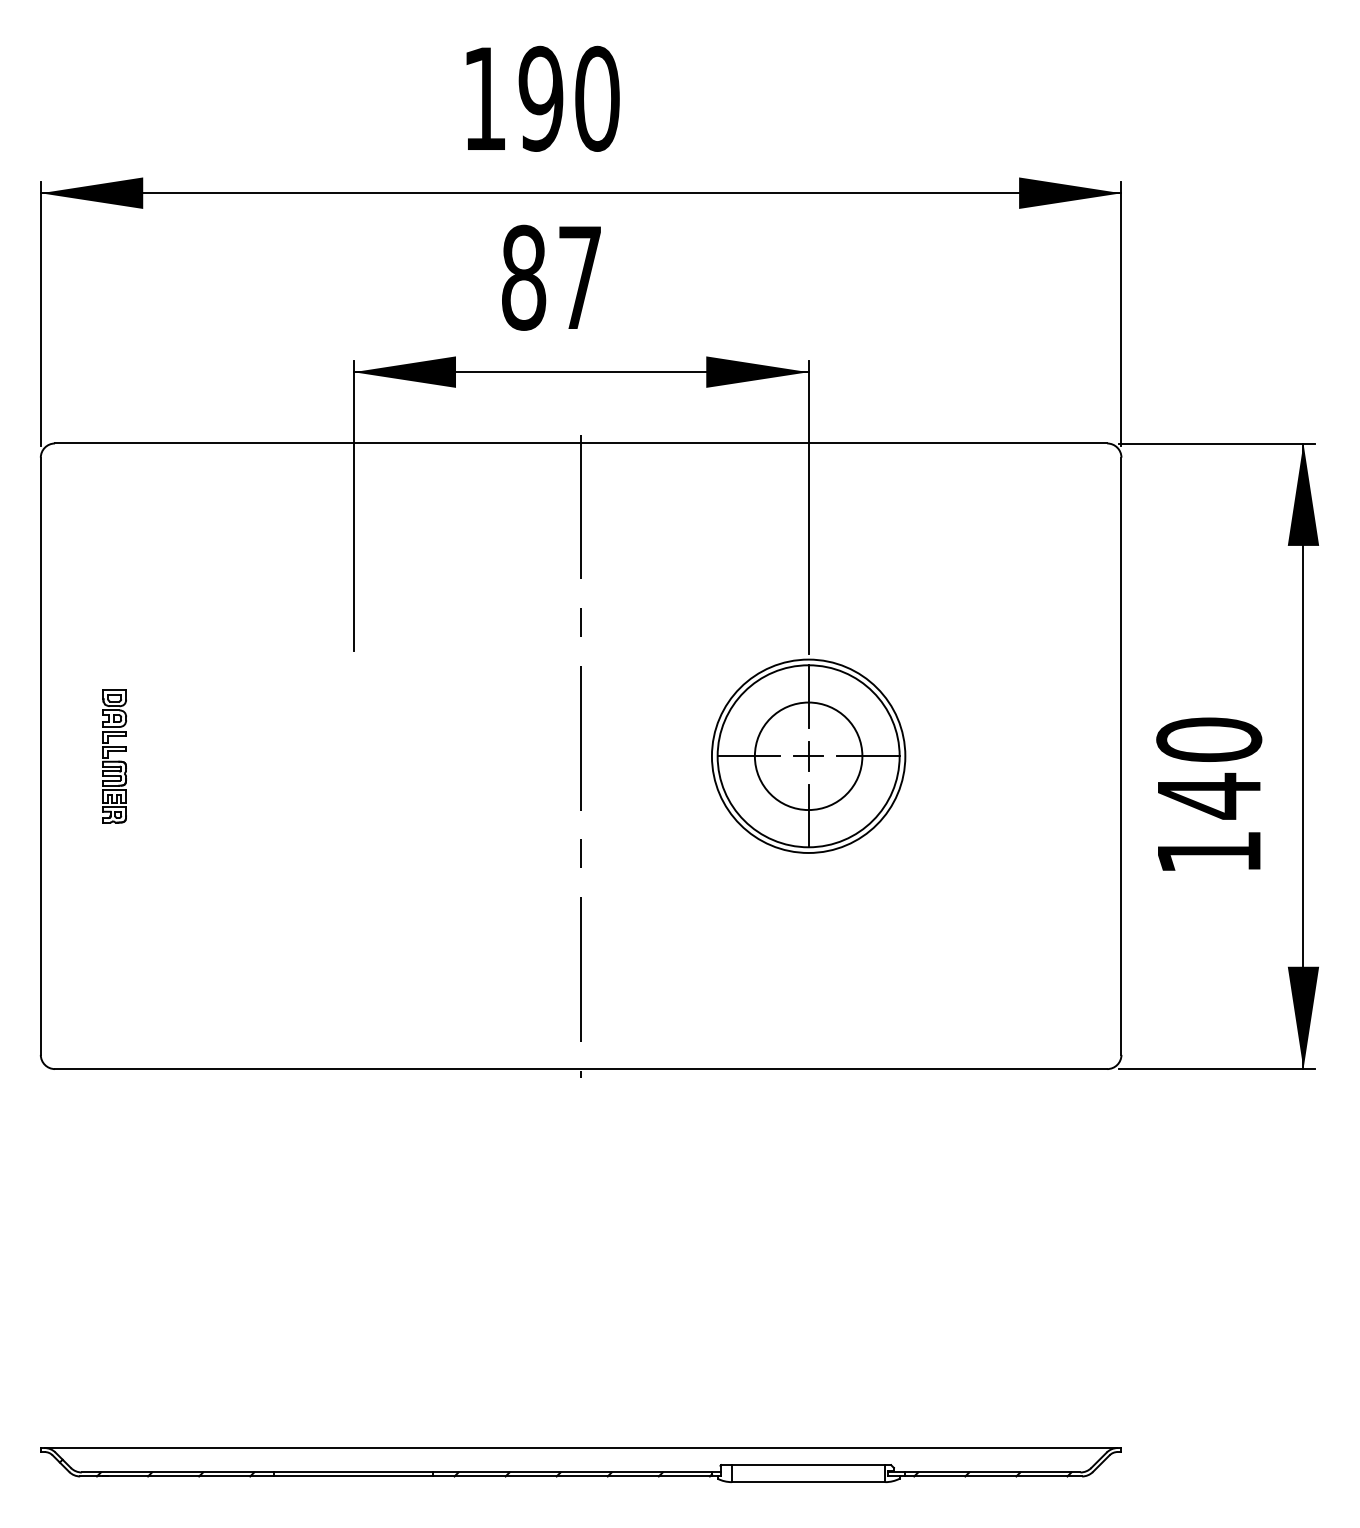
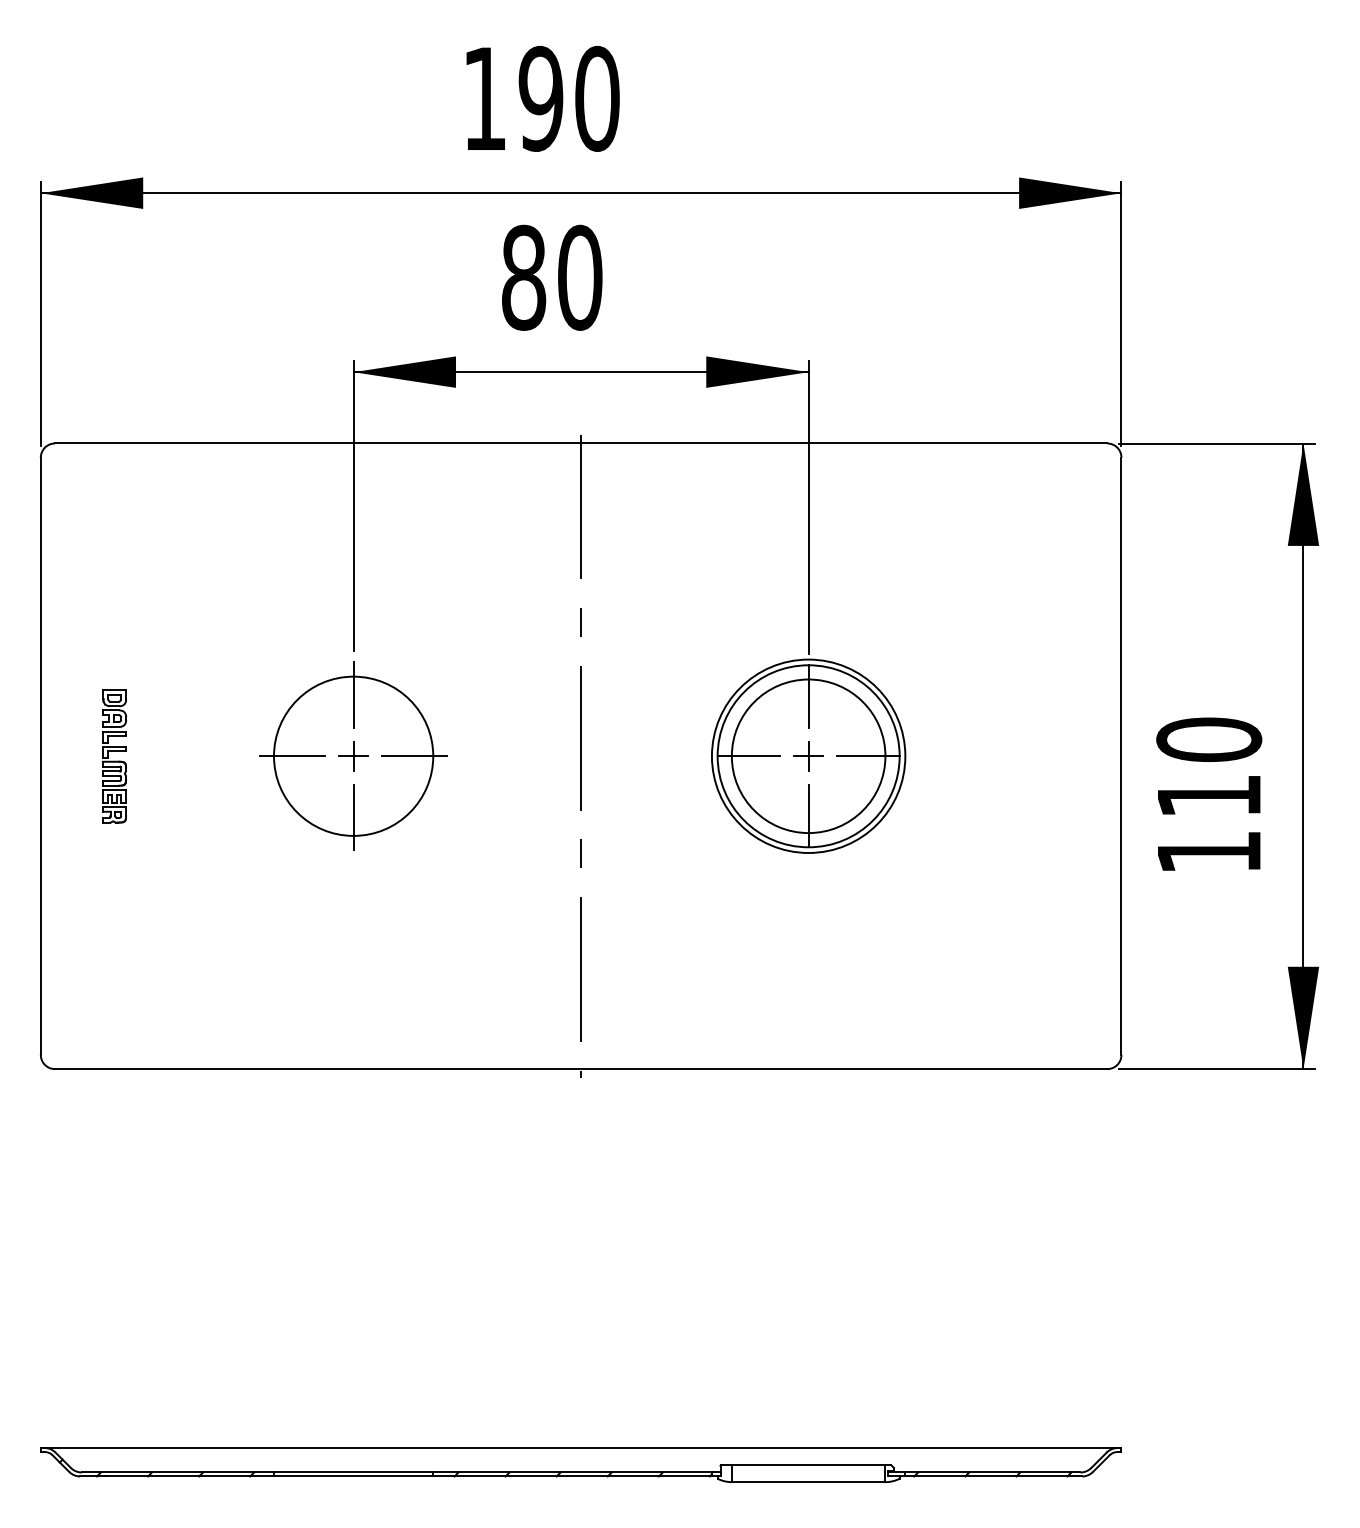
text at (580, 277): 87 -> 80
part at (353, 755): none -> present
circle at (808, 756) diameter: 107 px -> 154 px
text at (1209, 795): 140 -> 110
